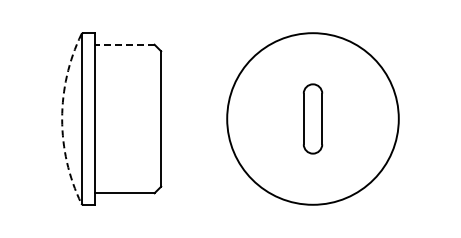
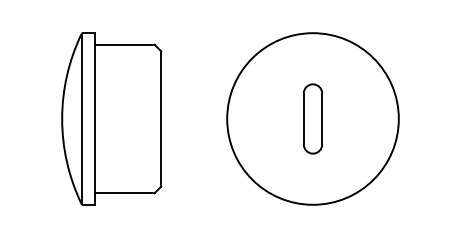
line at (124, 44): dashed -> solid
arc at (62, 118): dashed -> solid
